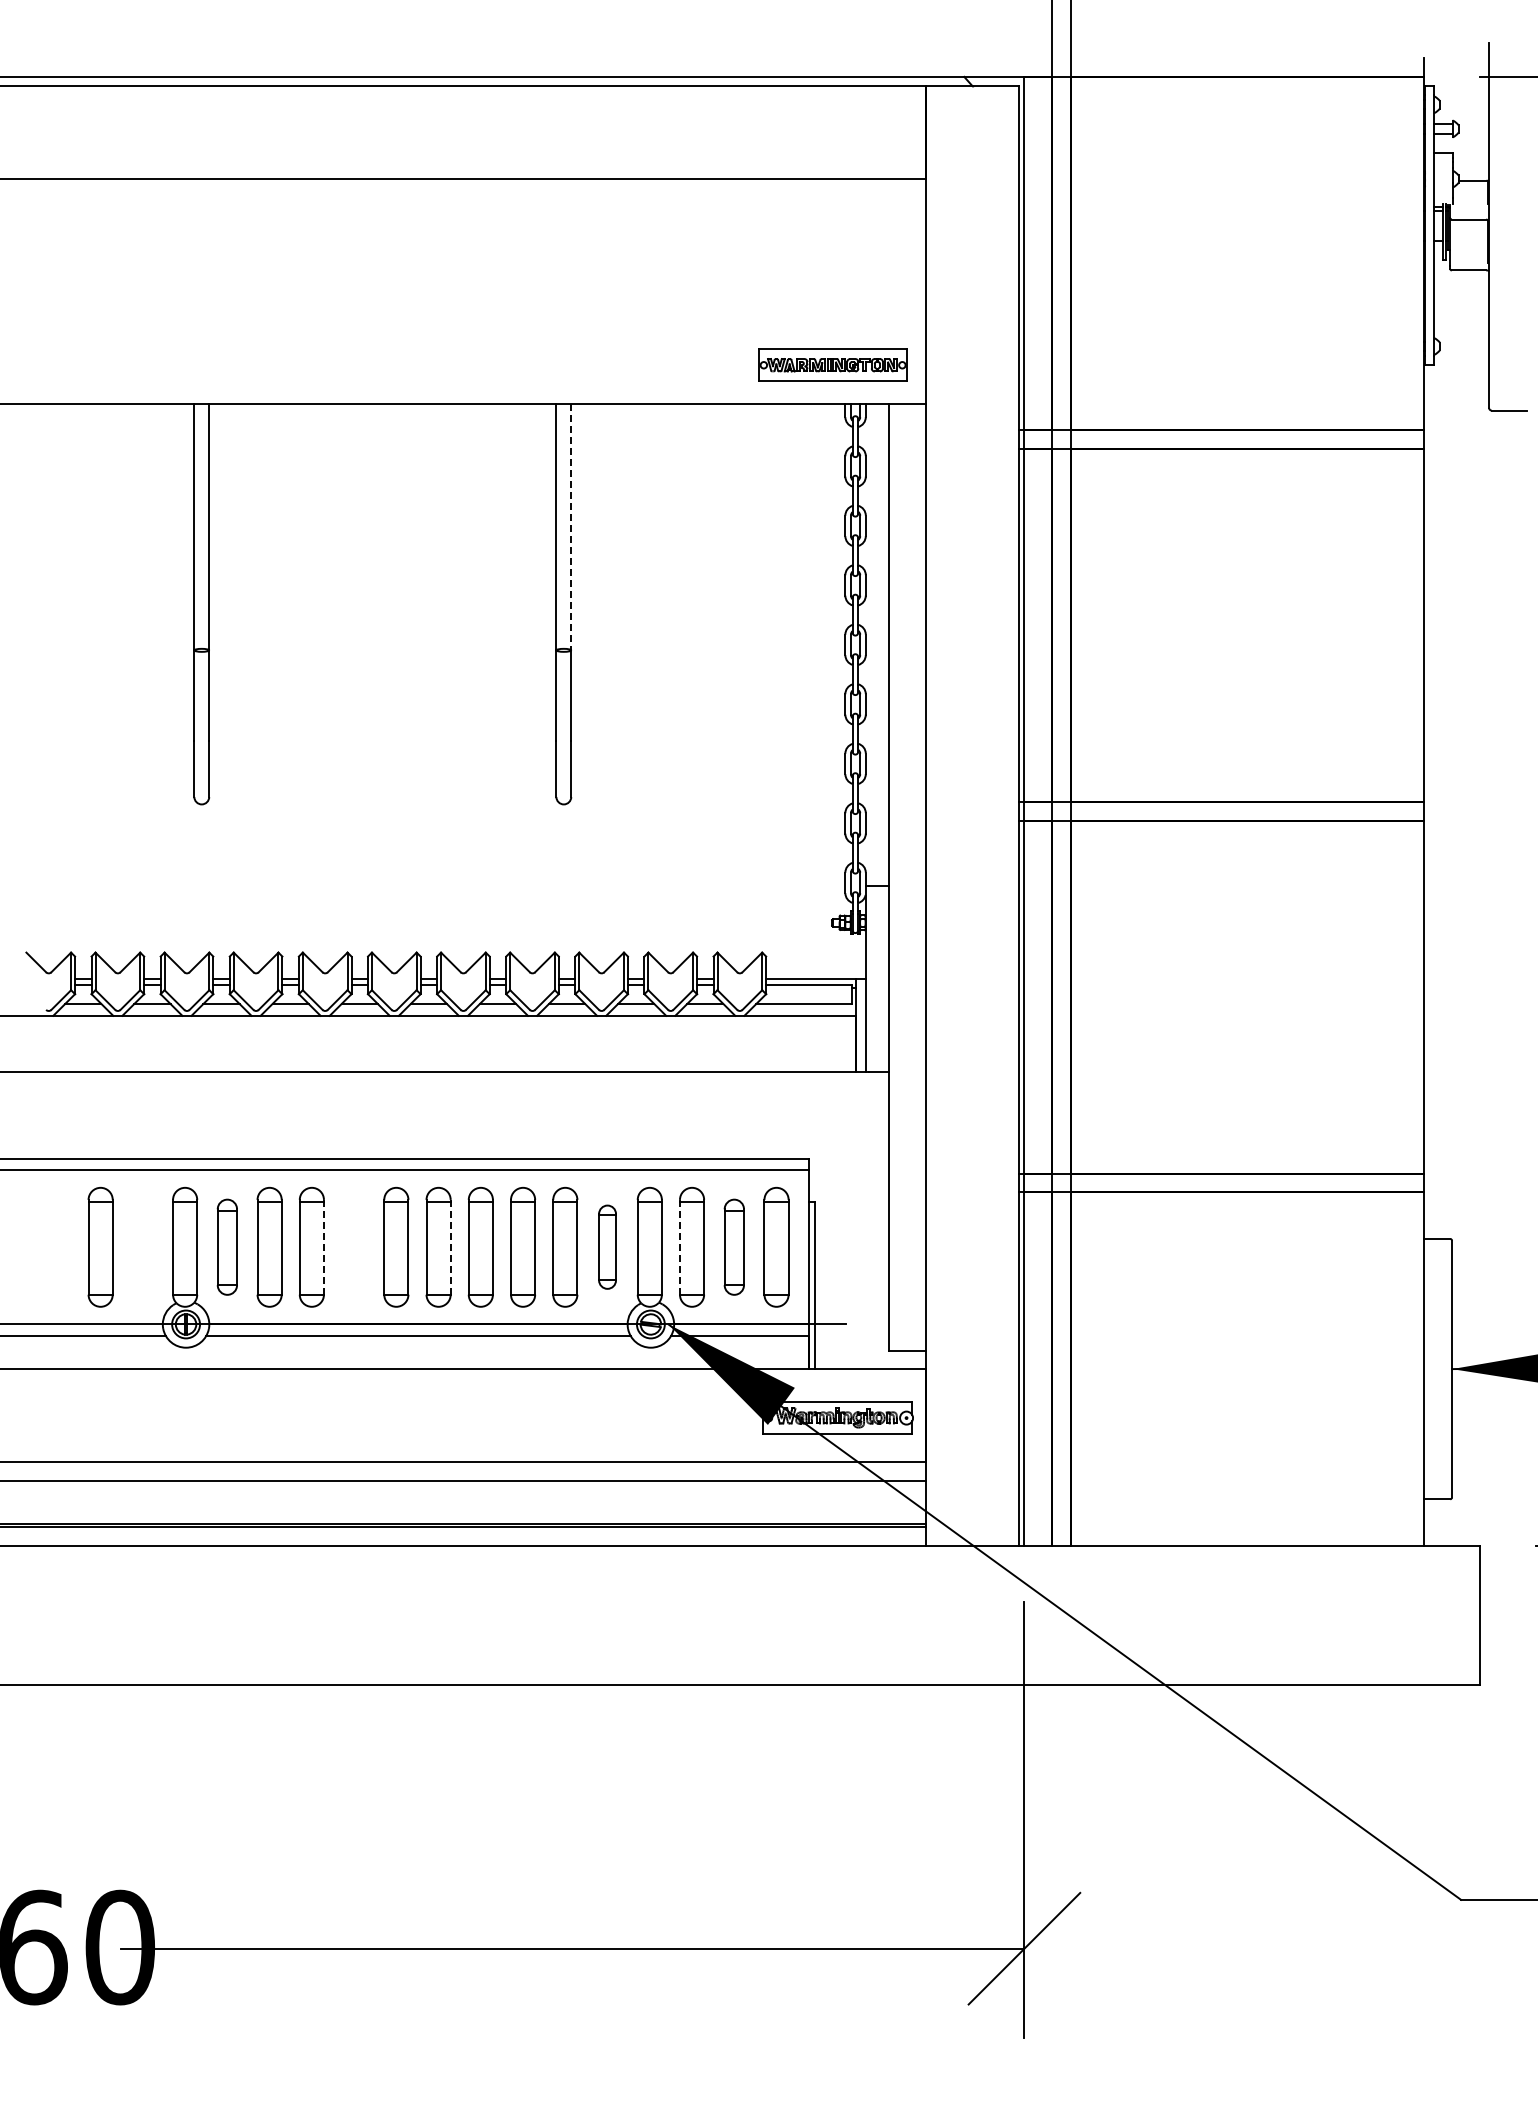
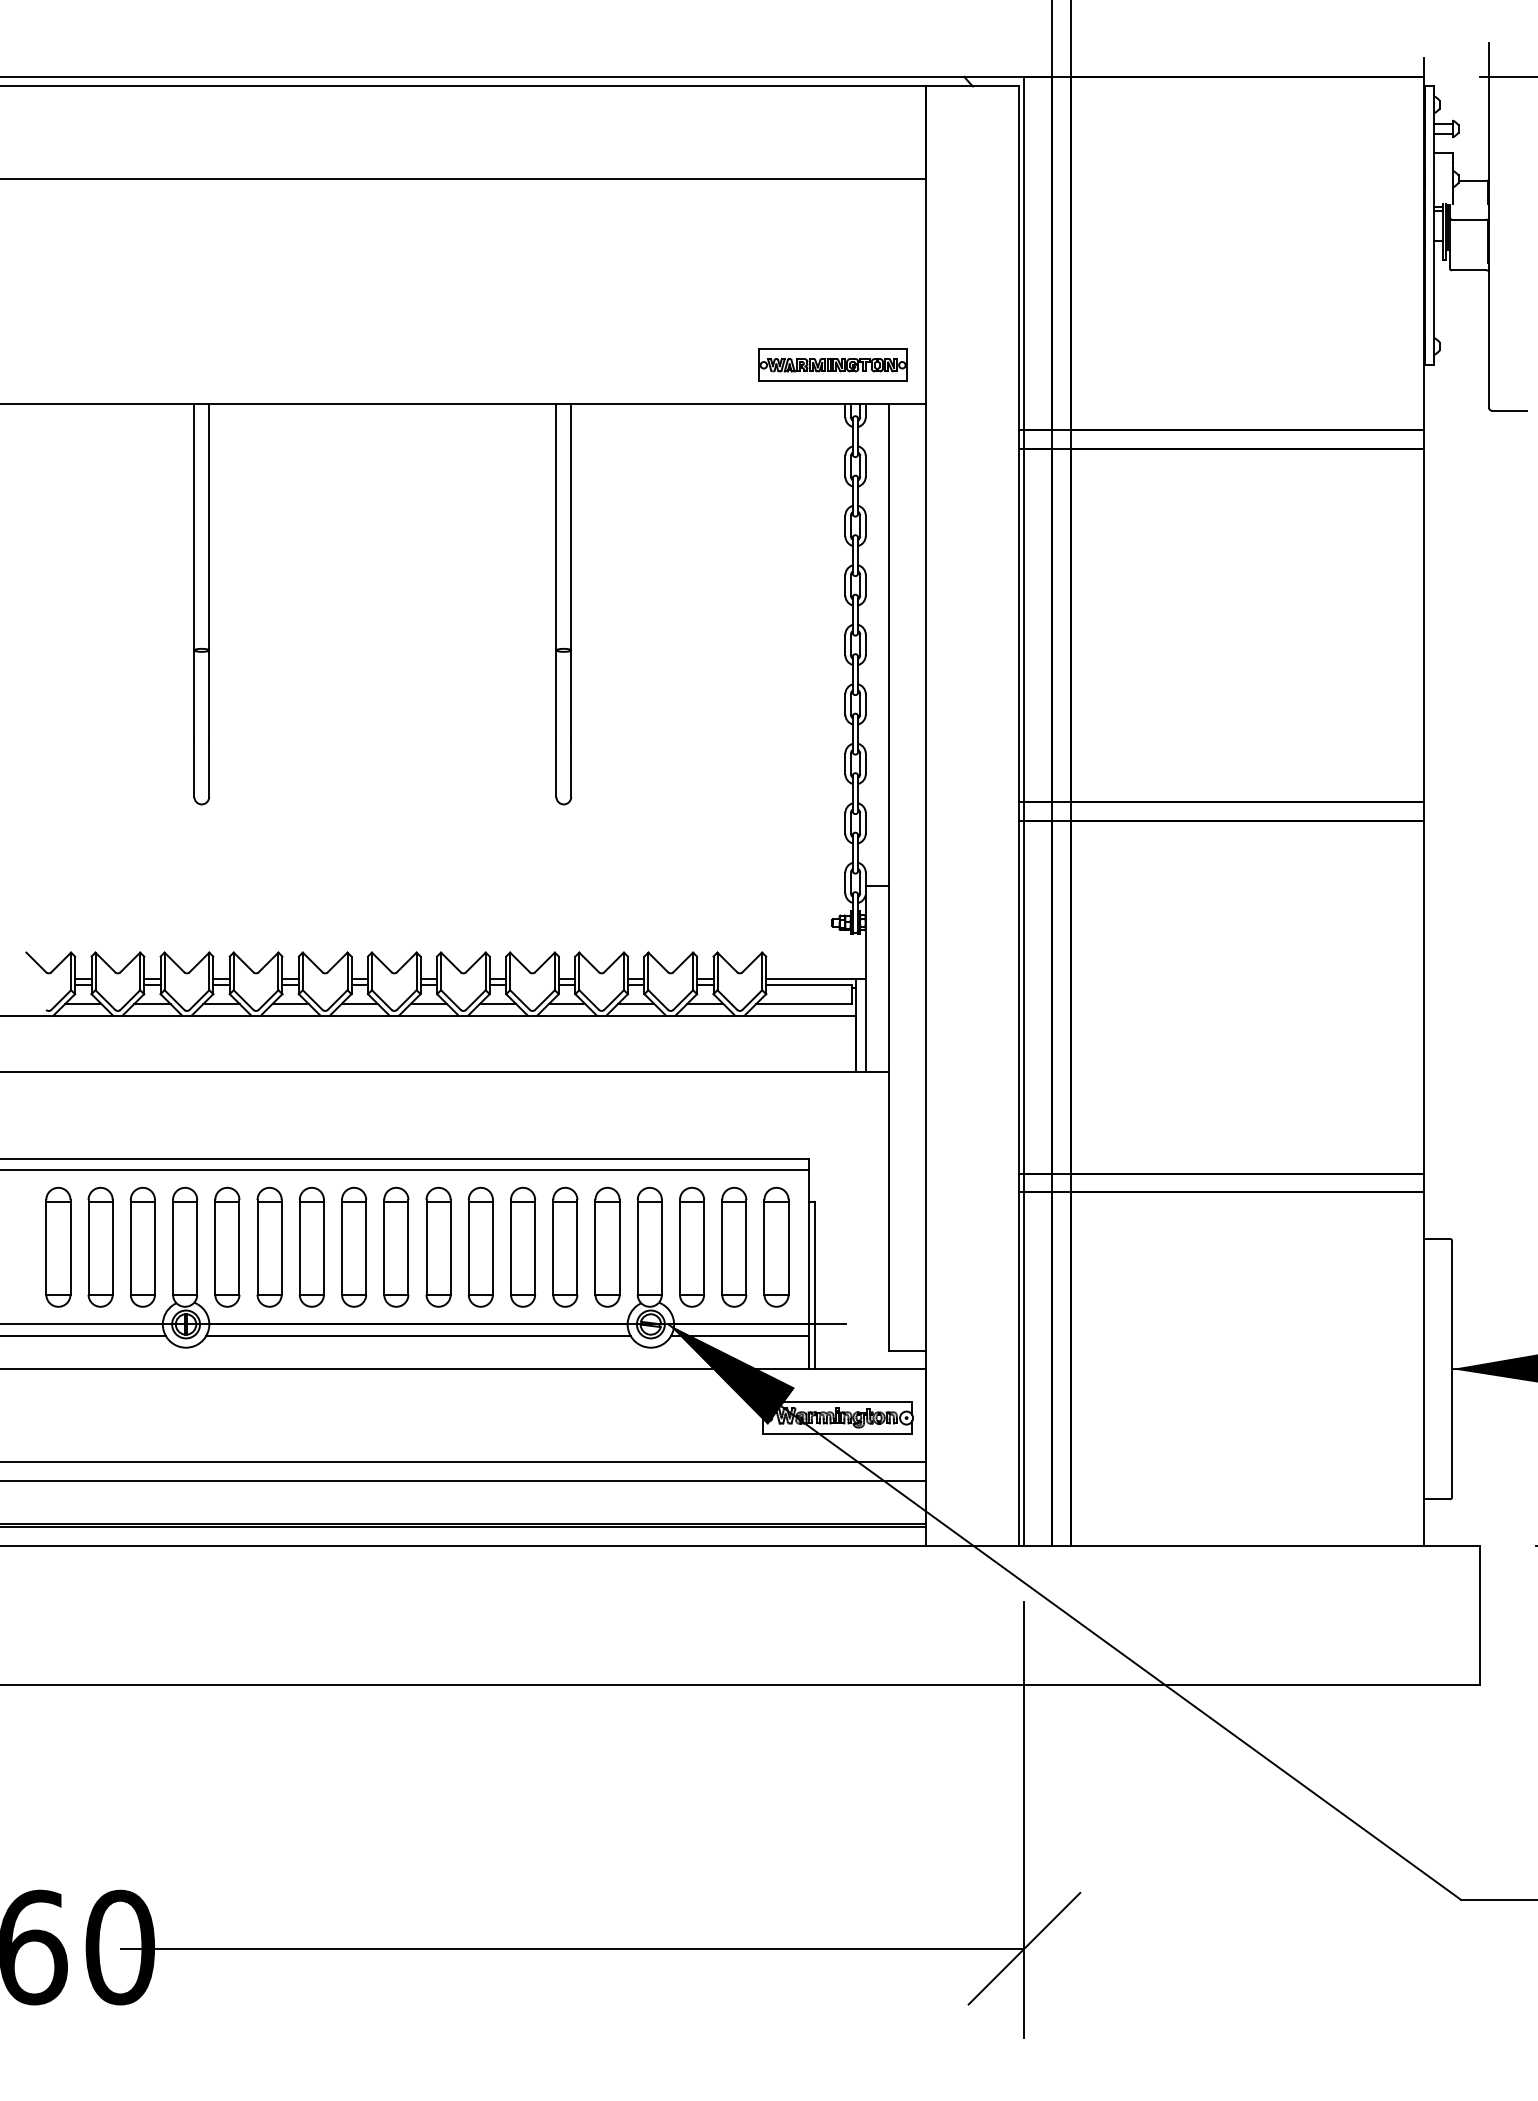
line at (571, 527): dashed -> solid
part at (58, 1246): none -> present
part at (142, 1246): none -> present
part at (226, 1246) size: 22x98 px -> 27x122 px
part at (354, 1246): none -> present
part at (607, 1246) size: 19x86 px -> 27x122 px
line at (679, 1246): dashed -> solid
part at (733, 1246) size: 22x98 px -> 27x122 px
line at (323, 1247): dashed -> solid
line at (450, 1247): dashed -> solid
